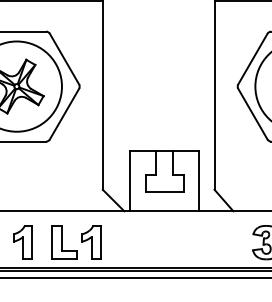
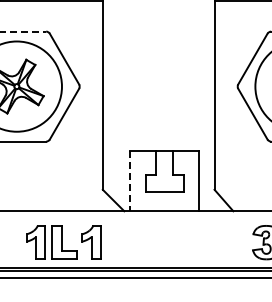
line at (23, 31): solid -> dashed
line at (130, 181): solid -> dashed
part at (22, 242) position: (22, 242) -> (35, 242)
